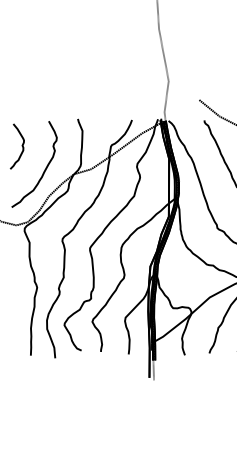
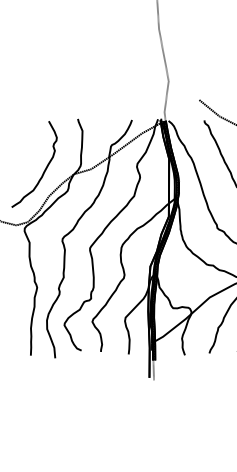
curve at (21, 146): present -> none
